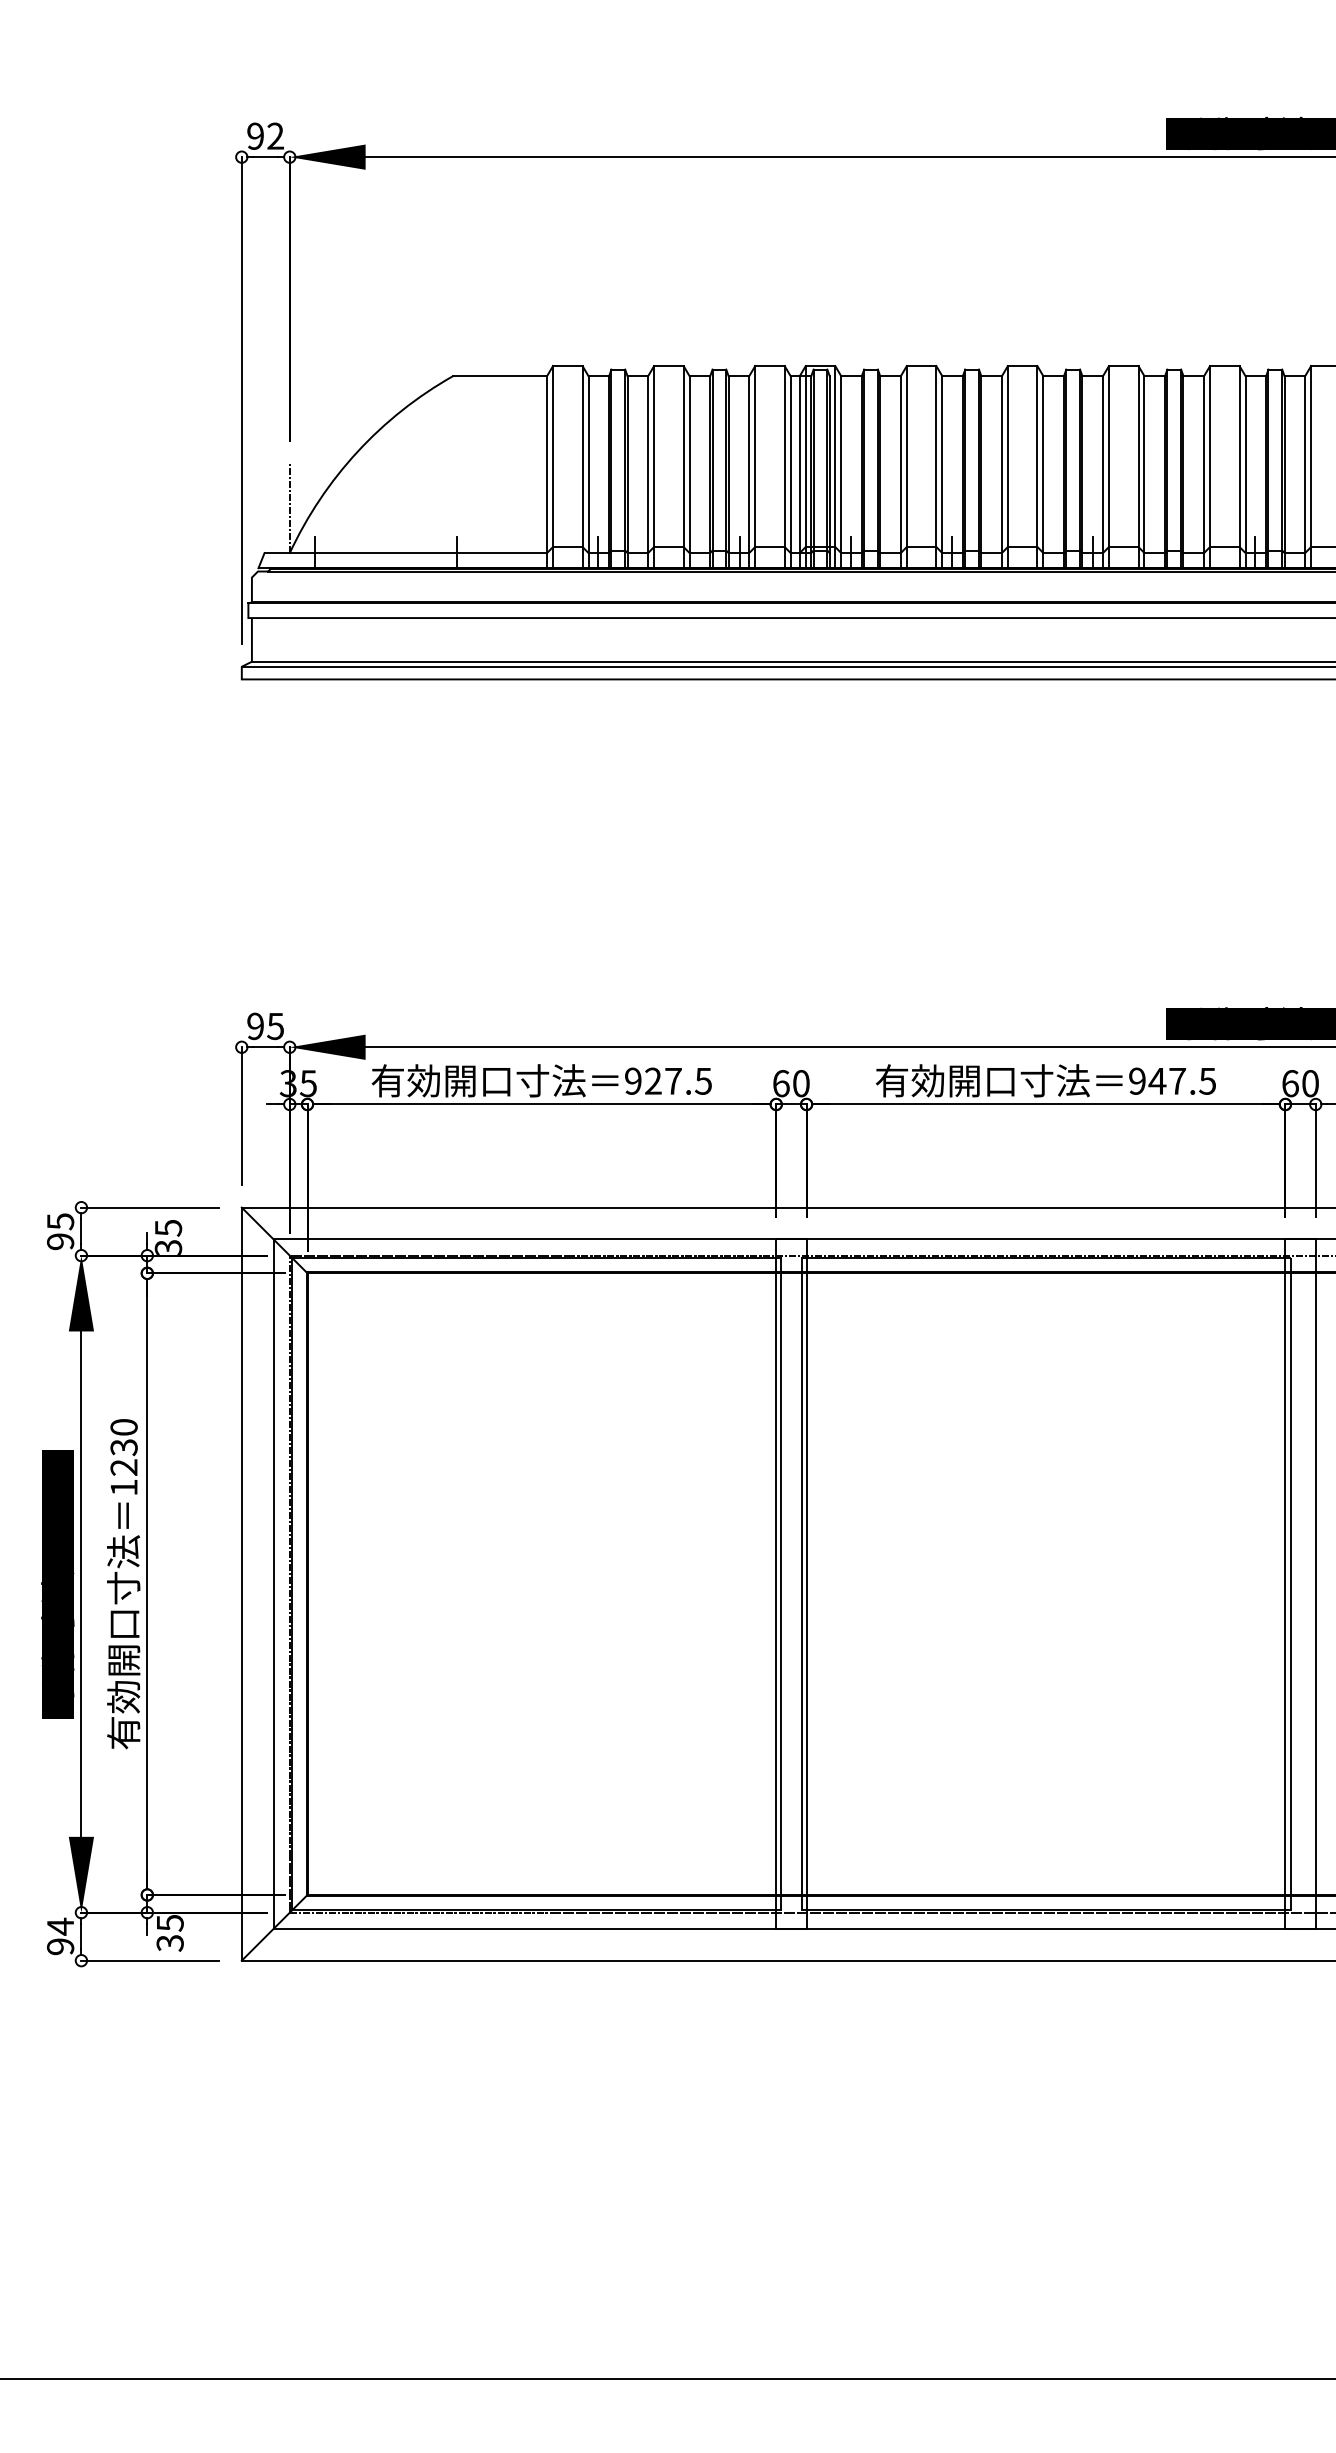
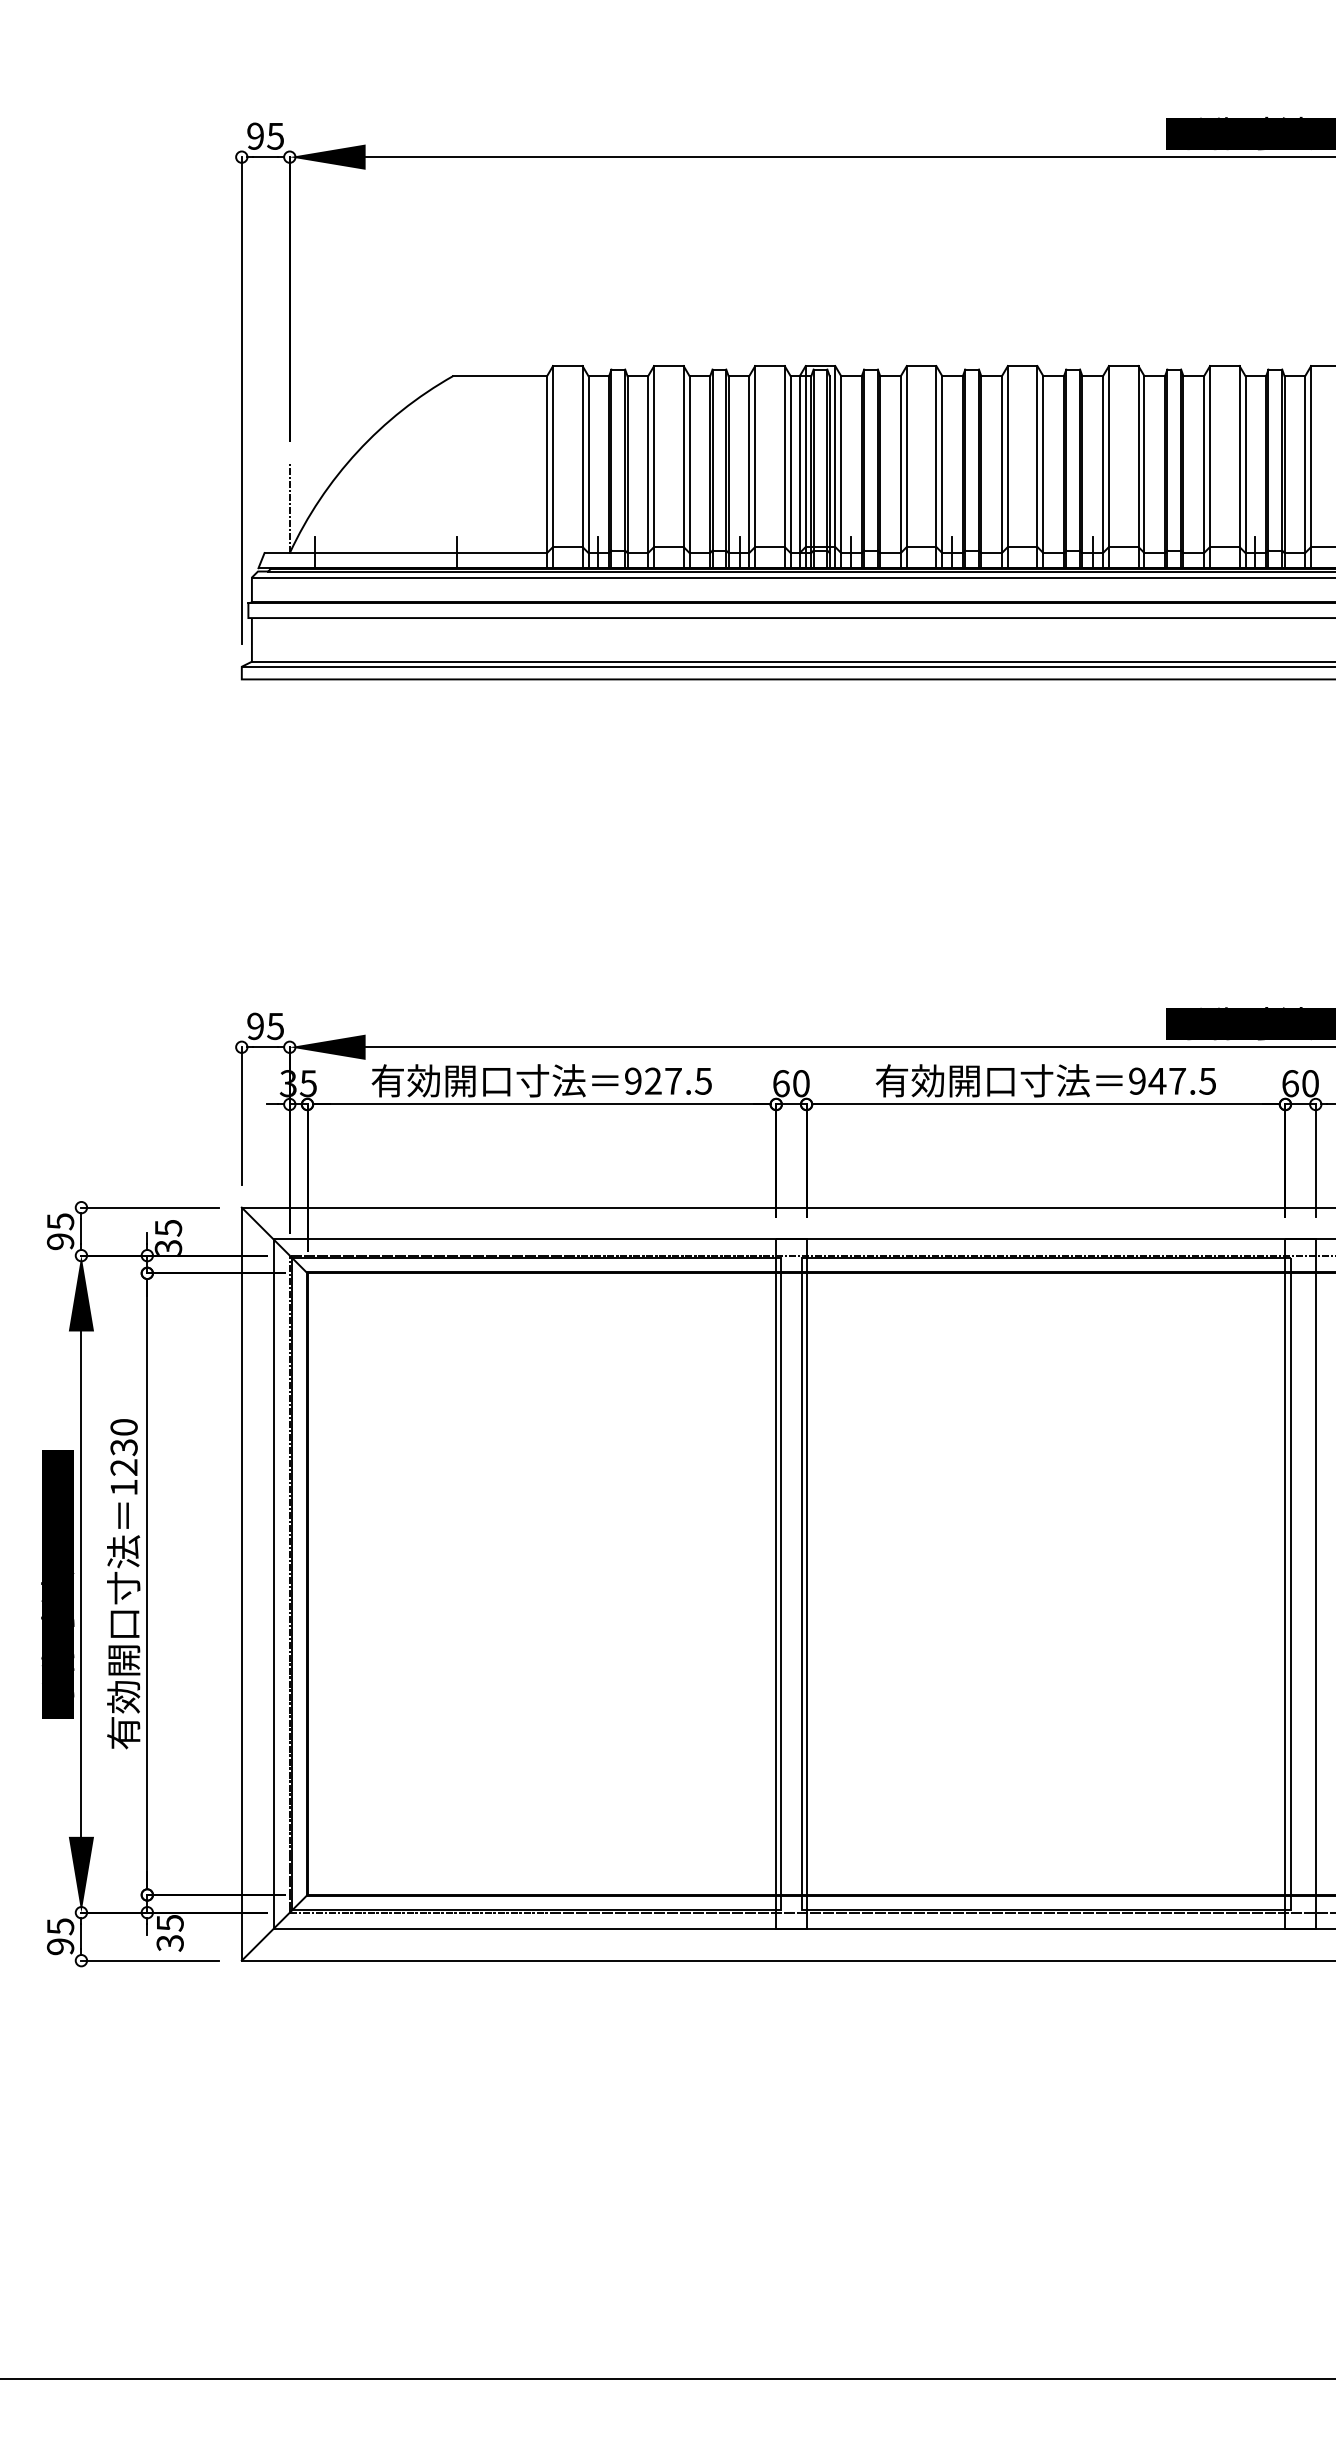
text at (275, 135): 92 -> 95
line at (791, 577): none -> present
text at (60, 1926): 94 -> 95
